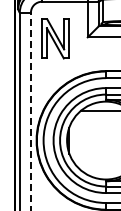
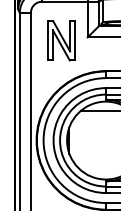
part at (55, 38) position: (55, 38) -> (61, 40)
line at (30, 111): dashed -> solid
